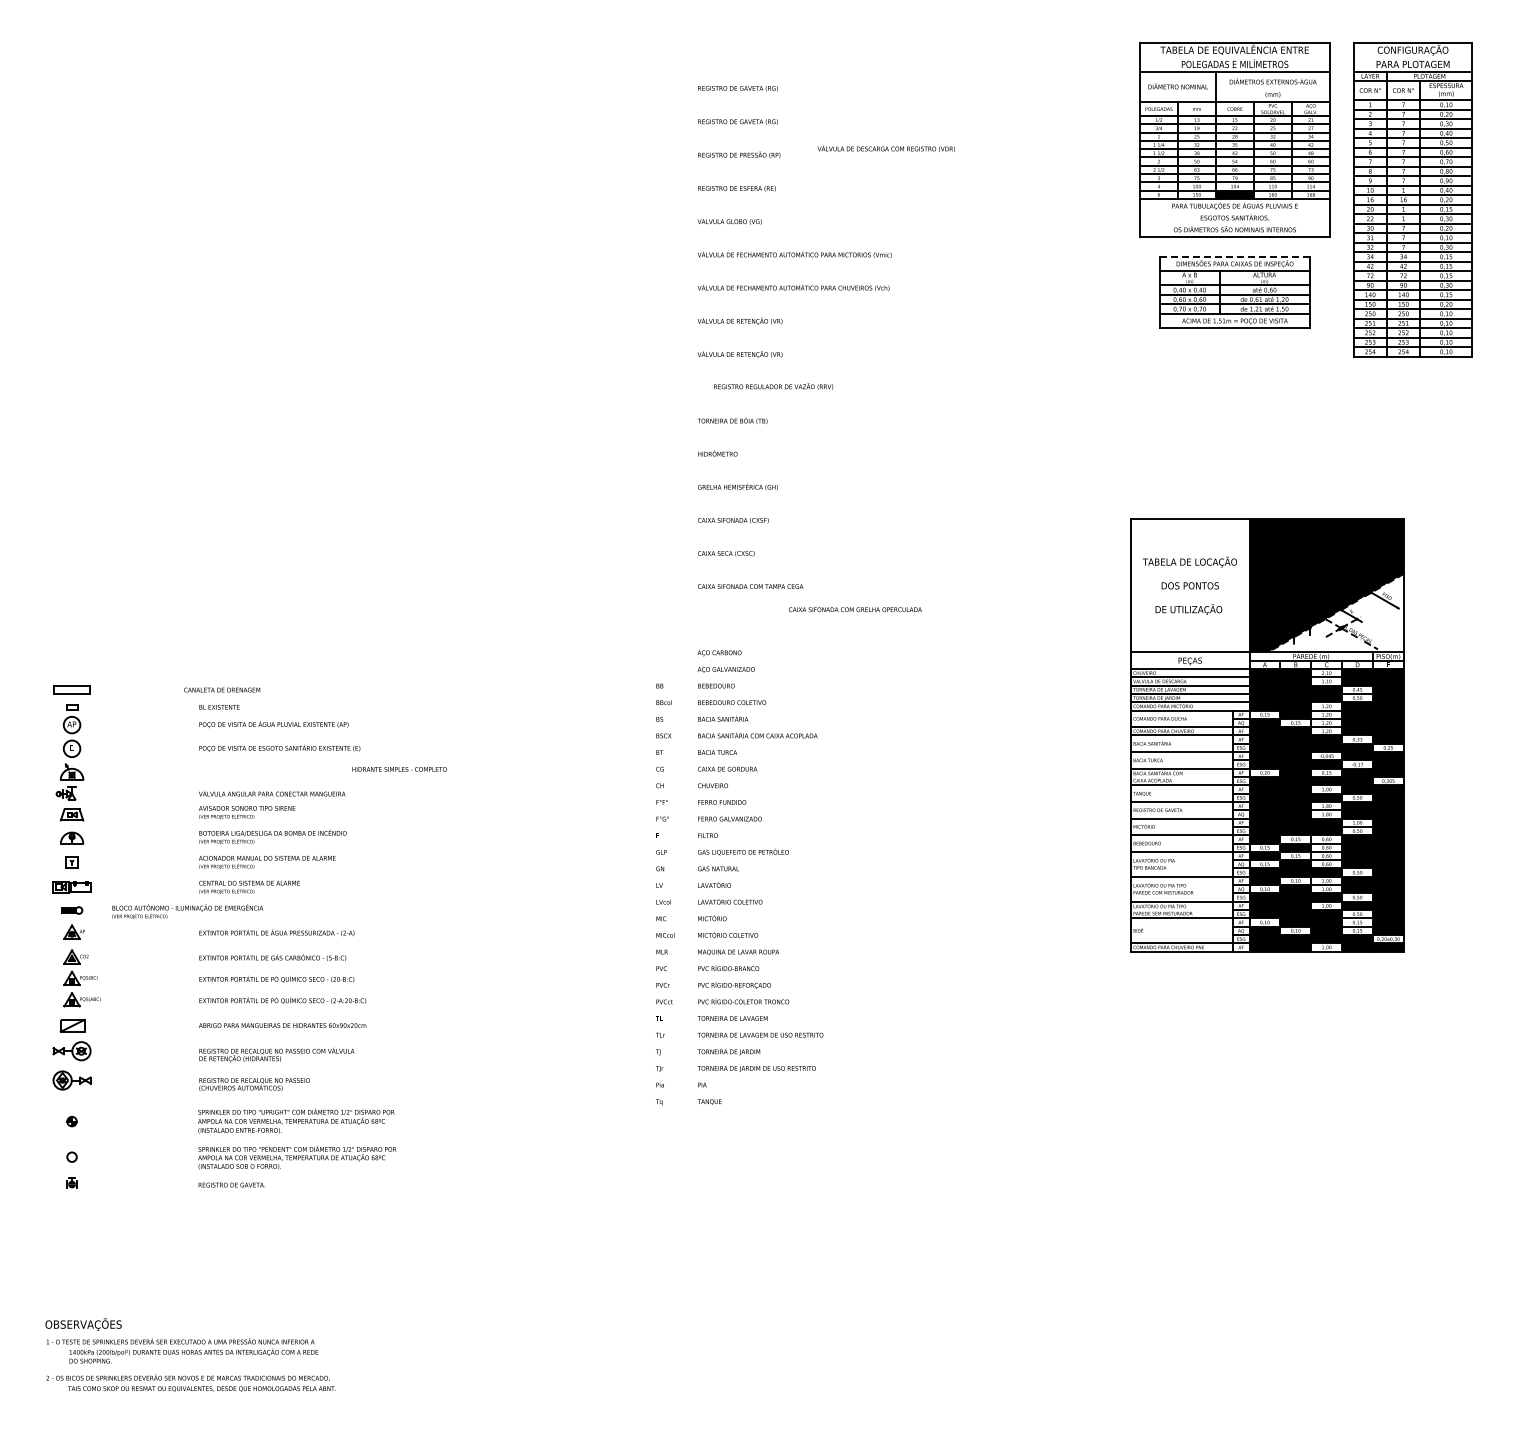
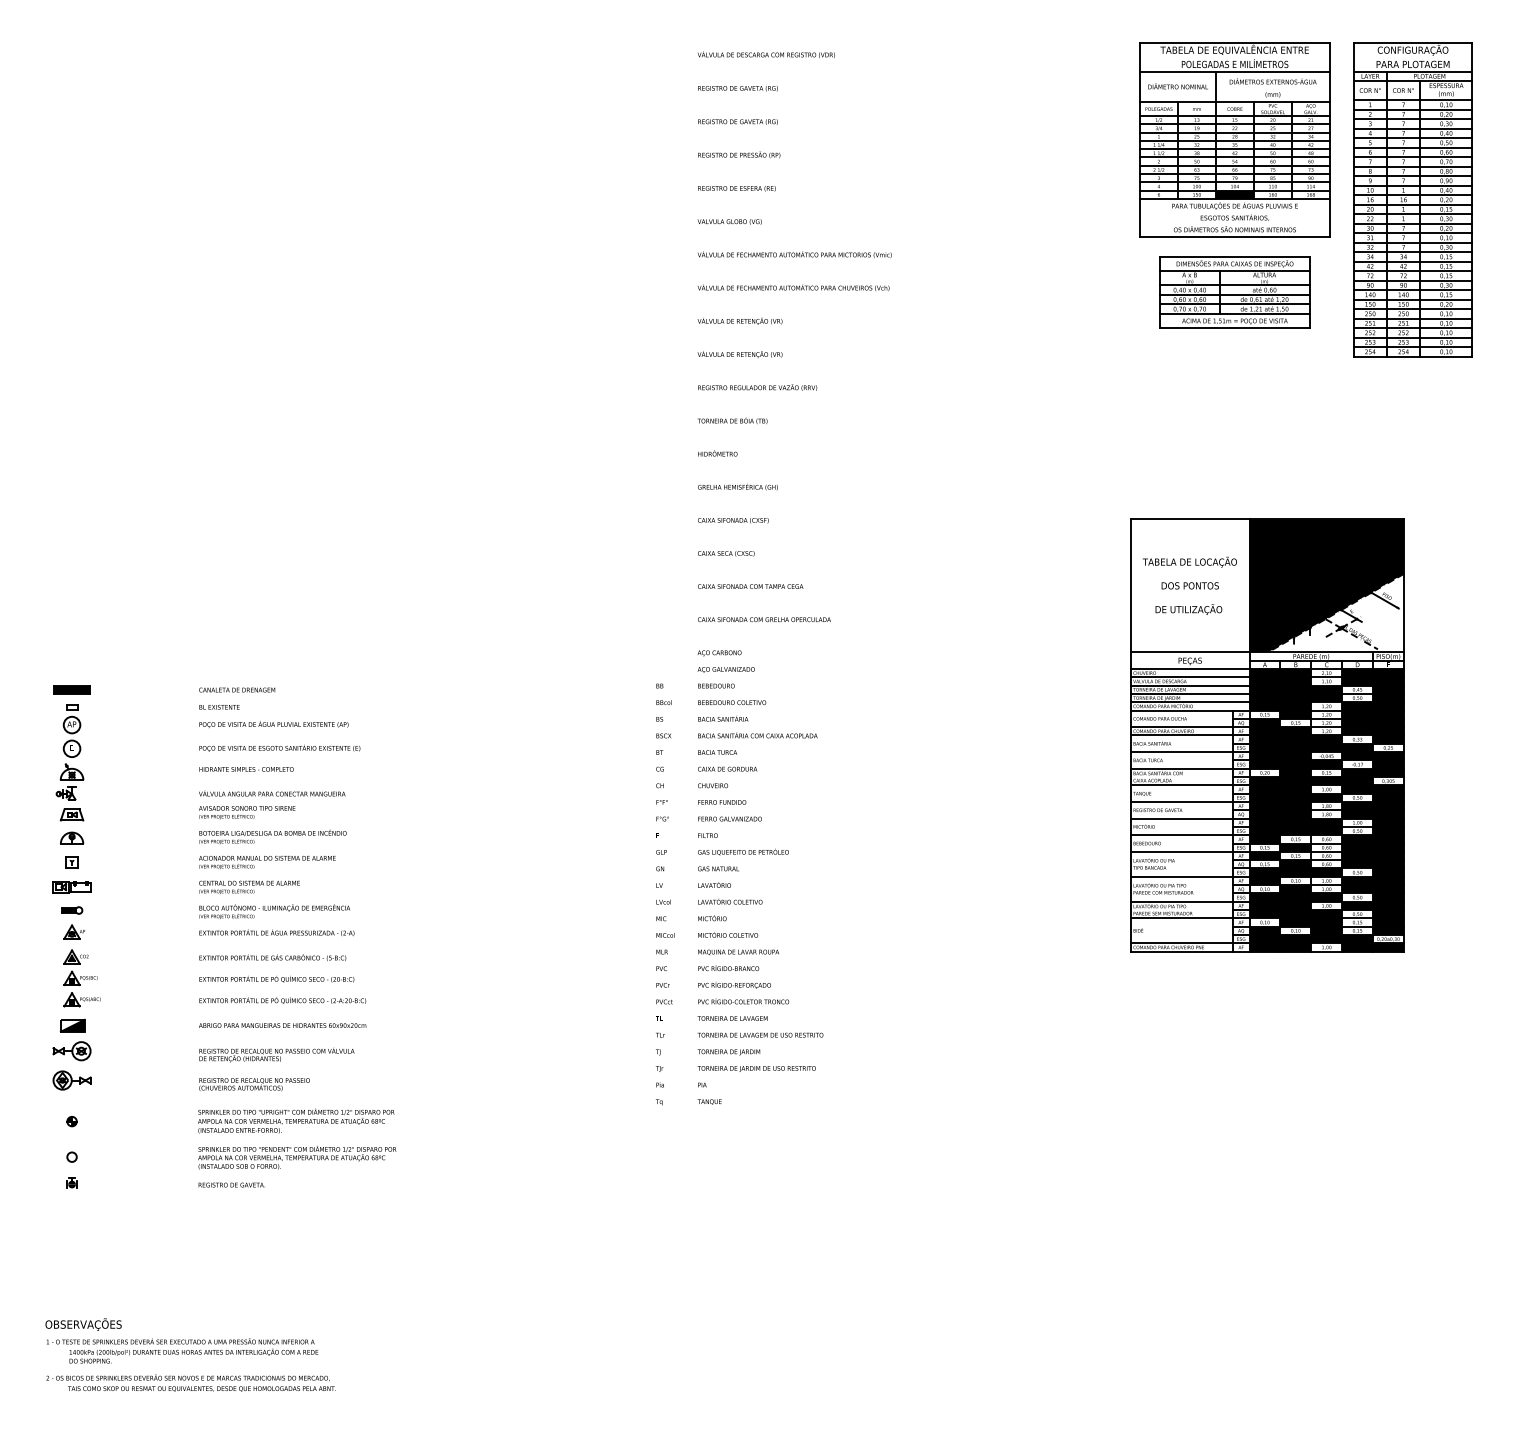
text at (885, 148) position: (885, 148) -> (765, 54)
line at (1234, 256): dashed -> solid
text at (773, 386) position: (773, 386) -> (757, 387)
text at (855, 609) position: (855, 609) -> (764, 619)
fill at (71, 689): none -> present
text at (222, 689) position: (222, 689) -> (237, 689)
text at (399, 769) position: (399, 769) -> (246, 769)
text at (187, 911) position: (187, 911) -> (274, 911)
fill at (72, 1025): none -> present
